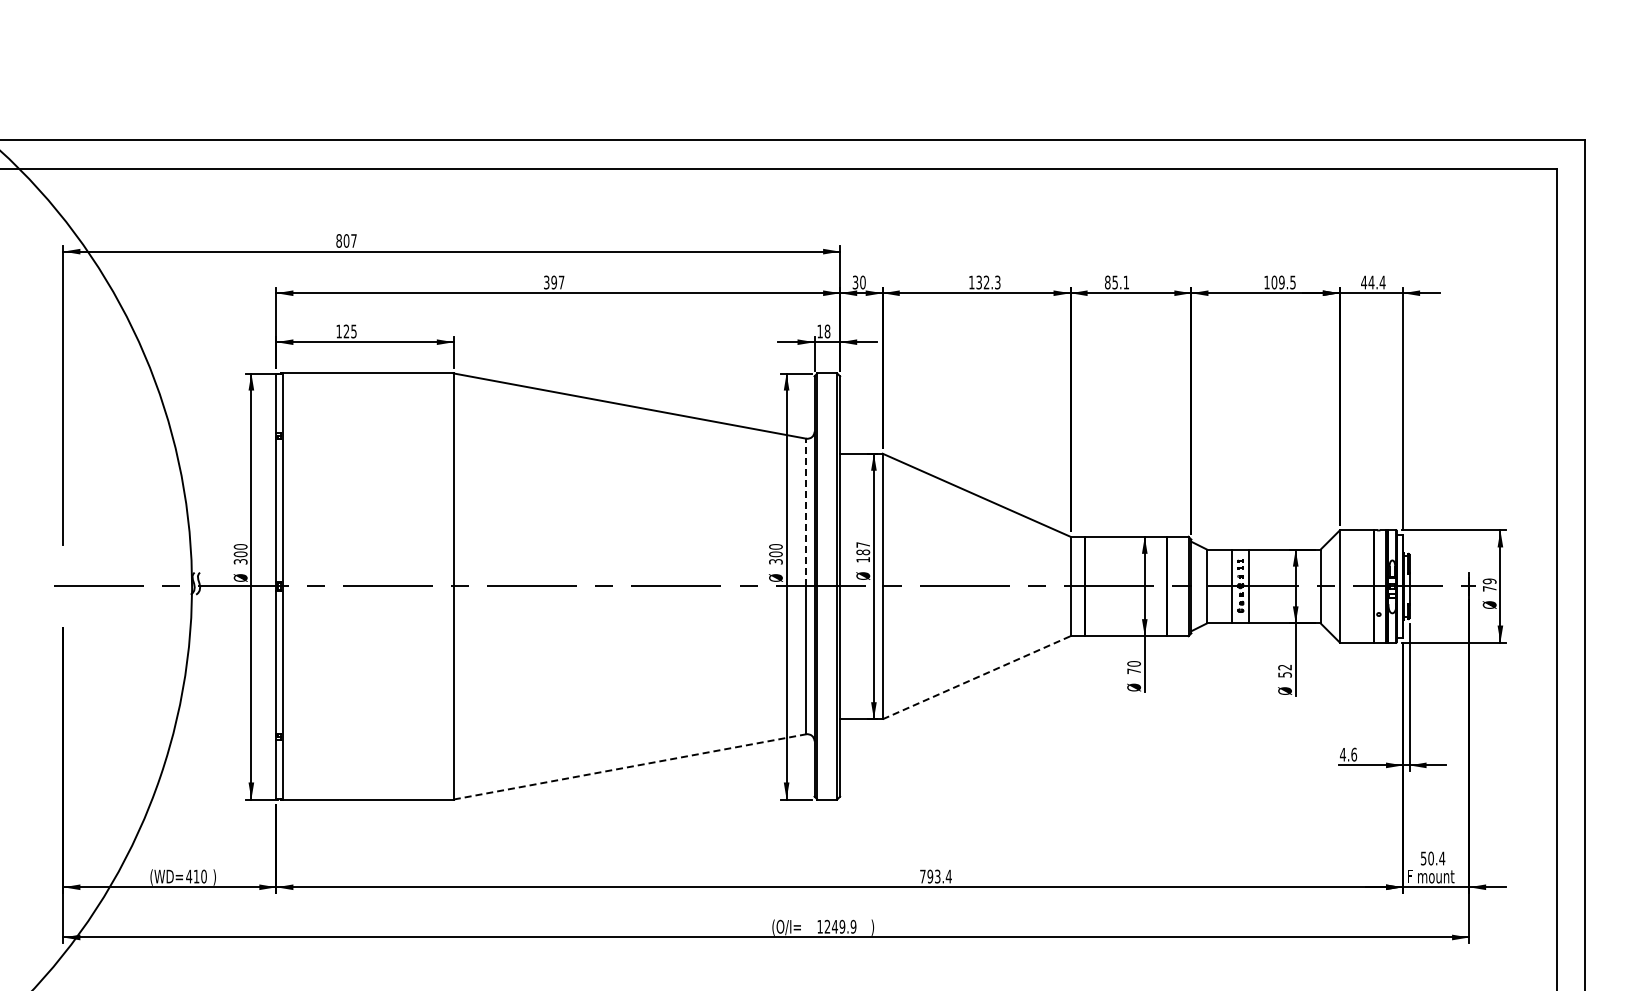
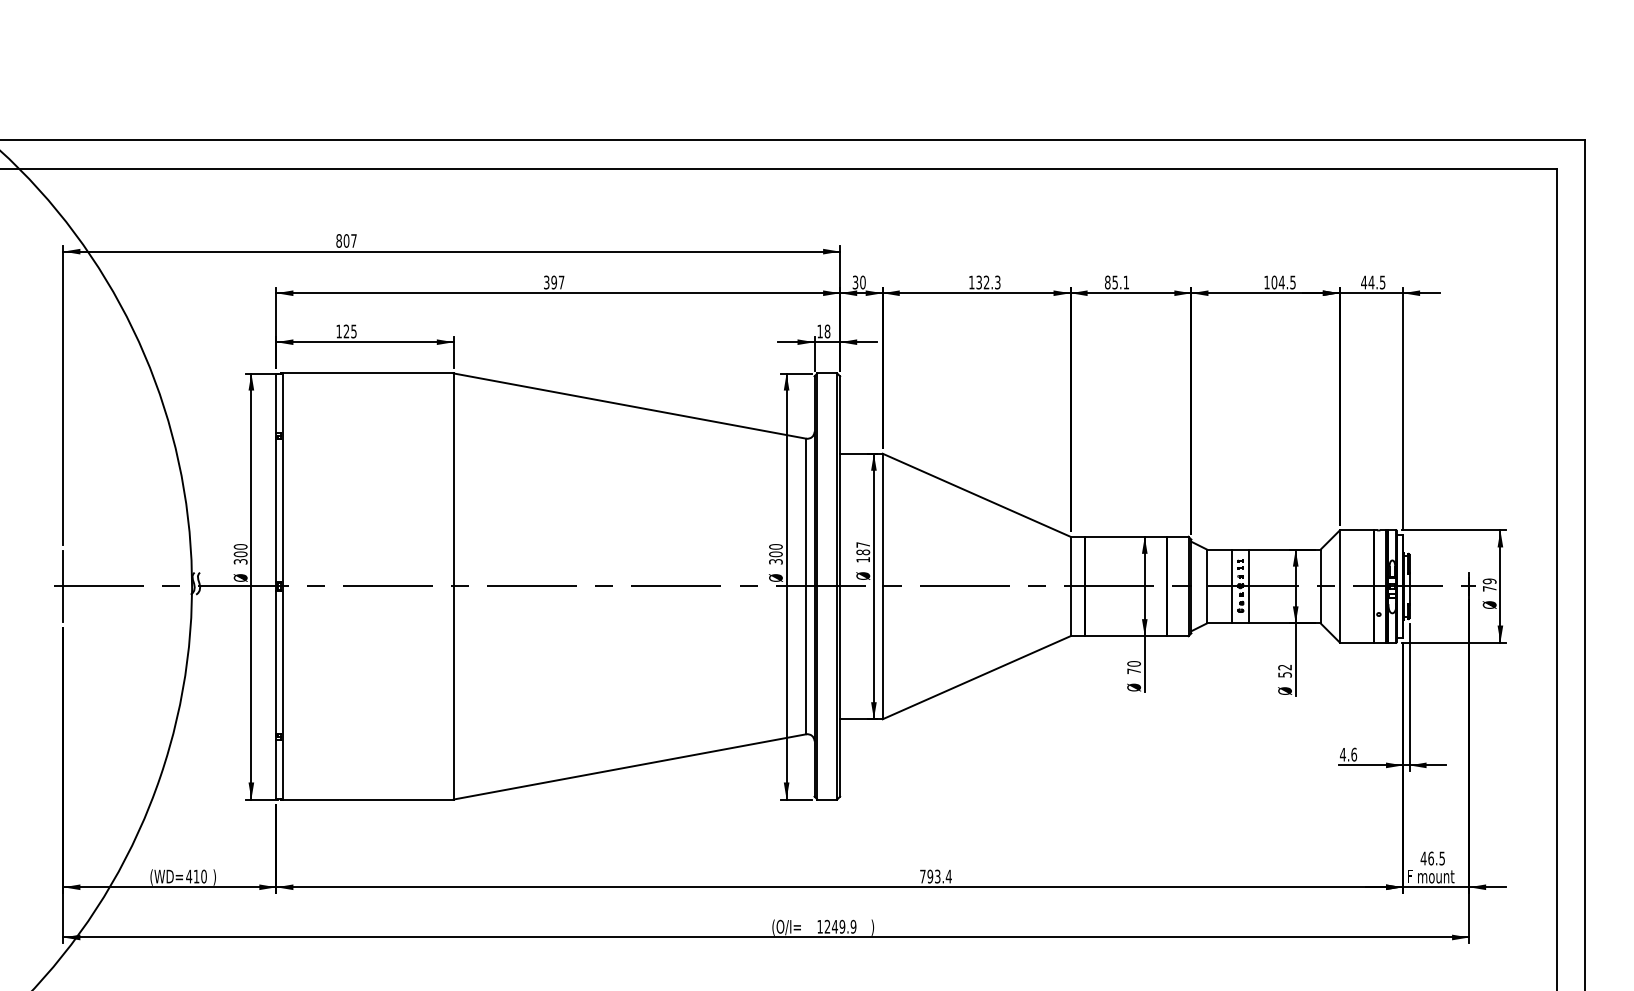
text at (1281, 282): 109.5 -> 104.5
text at (1382, 282): 44.4 -> 44.5
line at (806, 512): dashed -> solid
line at (63, 586): none -> present
line at (976, 677): dashed -> solid
line at (630, 766): dashed -> solid
text at (1432, 858): 50.4 -> 46.5
